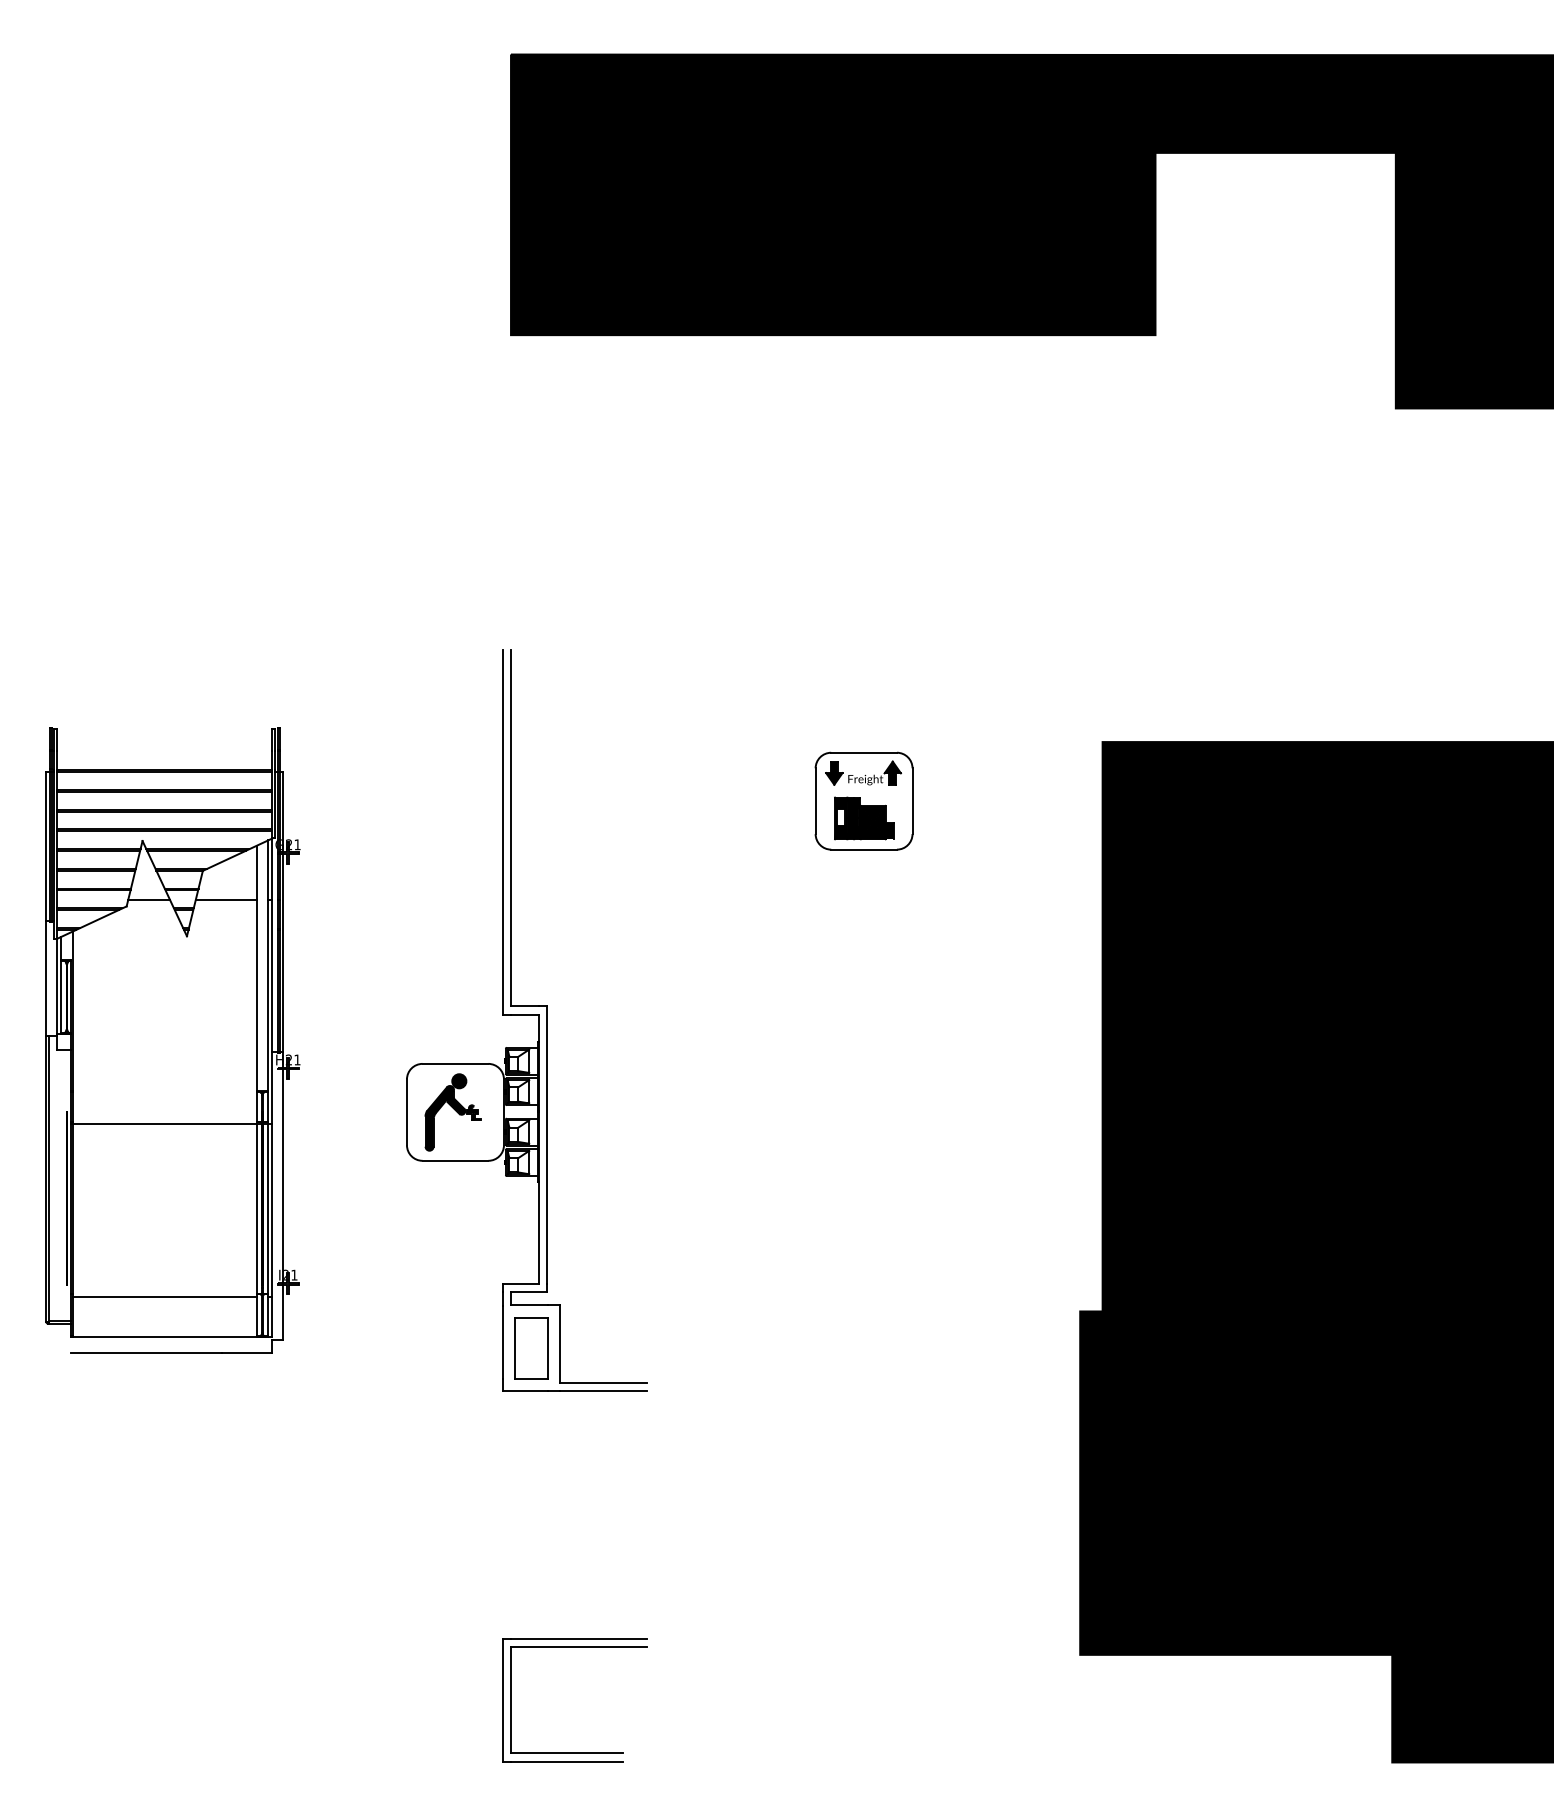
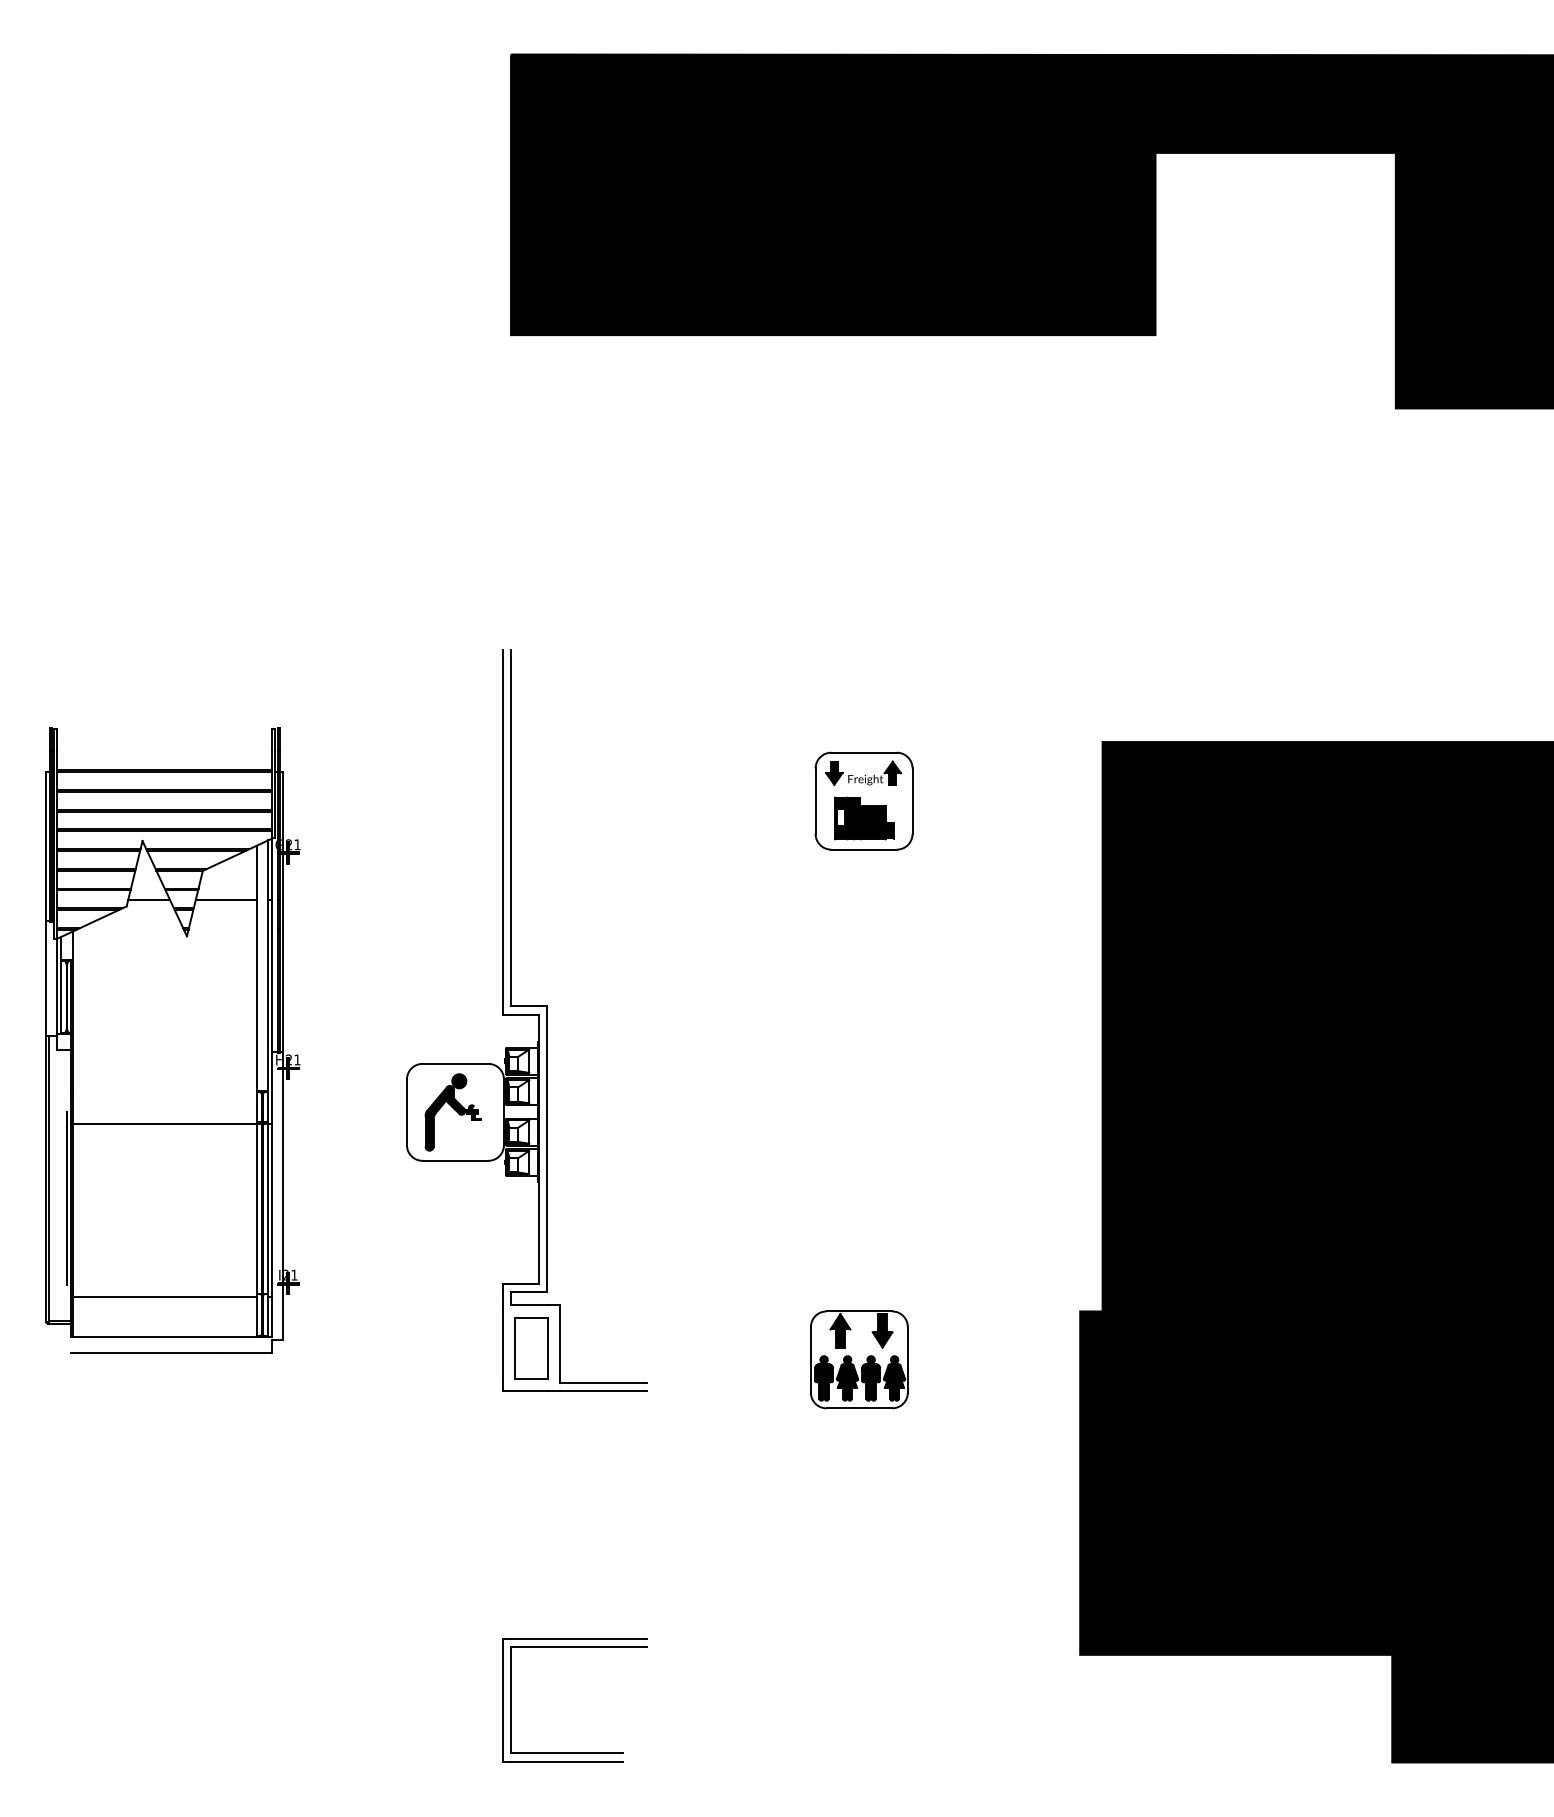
part at (859, 1359): none -> present
